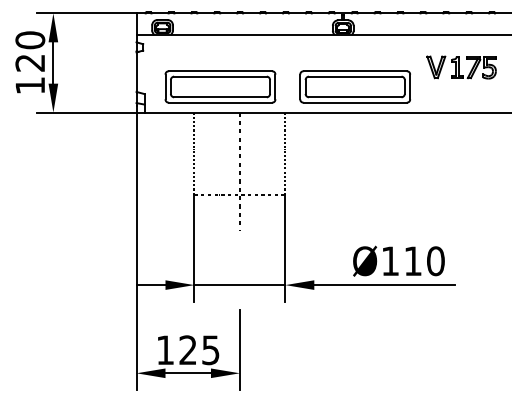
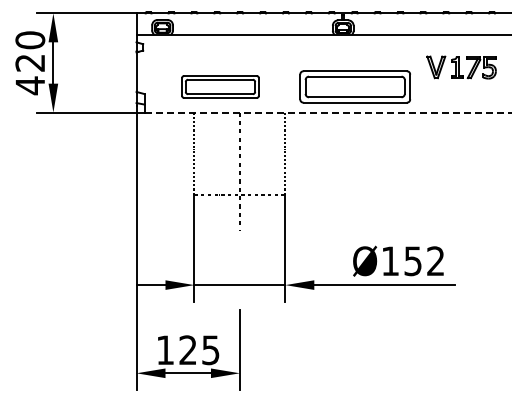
text at (29, 85): 120 -> 420
part at (220, 86) size: 113x34 px -> 79x24 px
line at (328, 112): solid -> dashed
text at (424, 261): Ø110 -> Ø152
